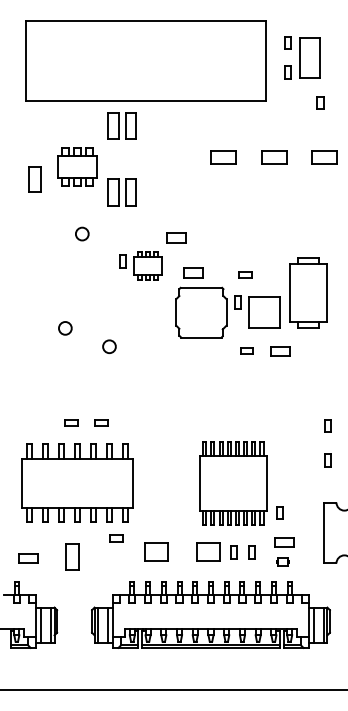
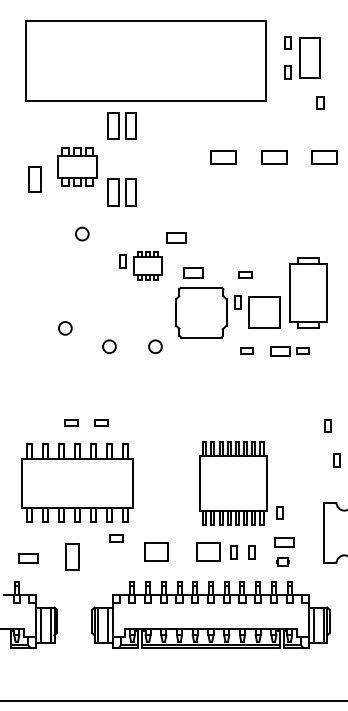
circle at (155, 346): none -> present
part at (302, 350): none -> present
part at (327, 460) position: (327, 460) -> (336, 460)
line at (173, 689) position: (173, 689) -> (173, 700)
